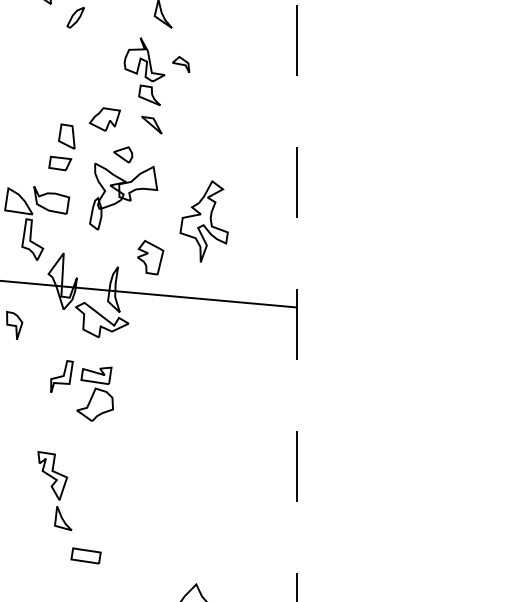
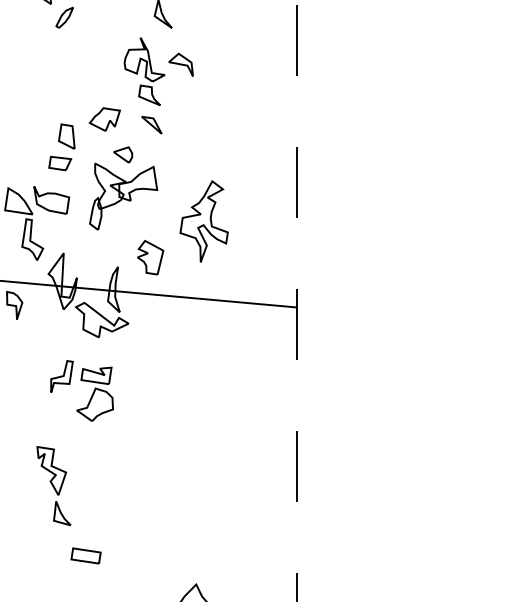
part at (75, 17) position: (75, 17) -> (64, 17)
part at (181, 64) size: 19x17 px -> 26x25 px
part at (14, 324) position: (14, 324) -> (14, 304)
part at (54, 491) position: (54, 491) -> (53, 486)
